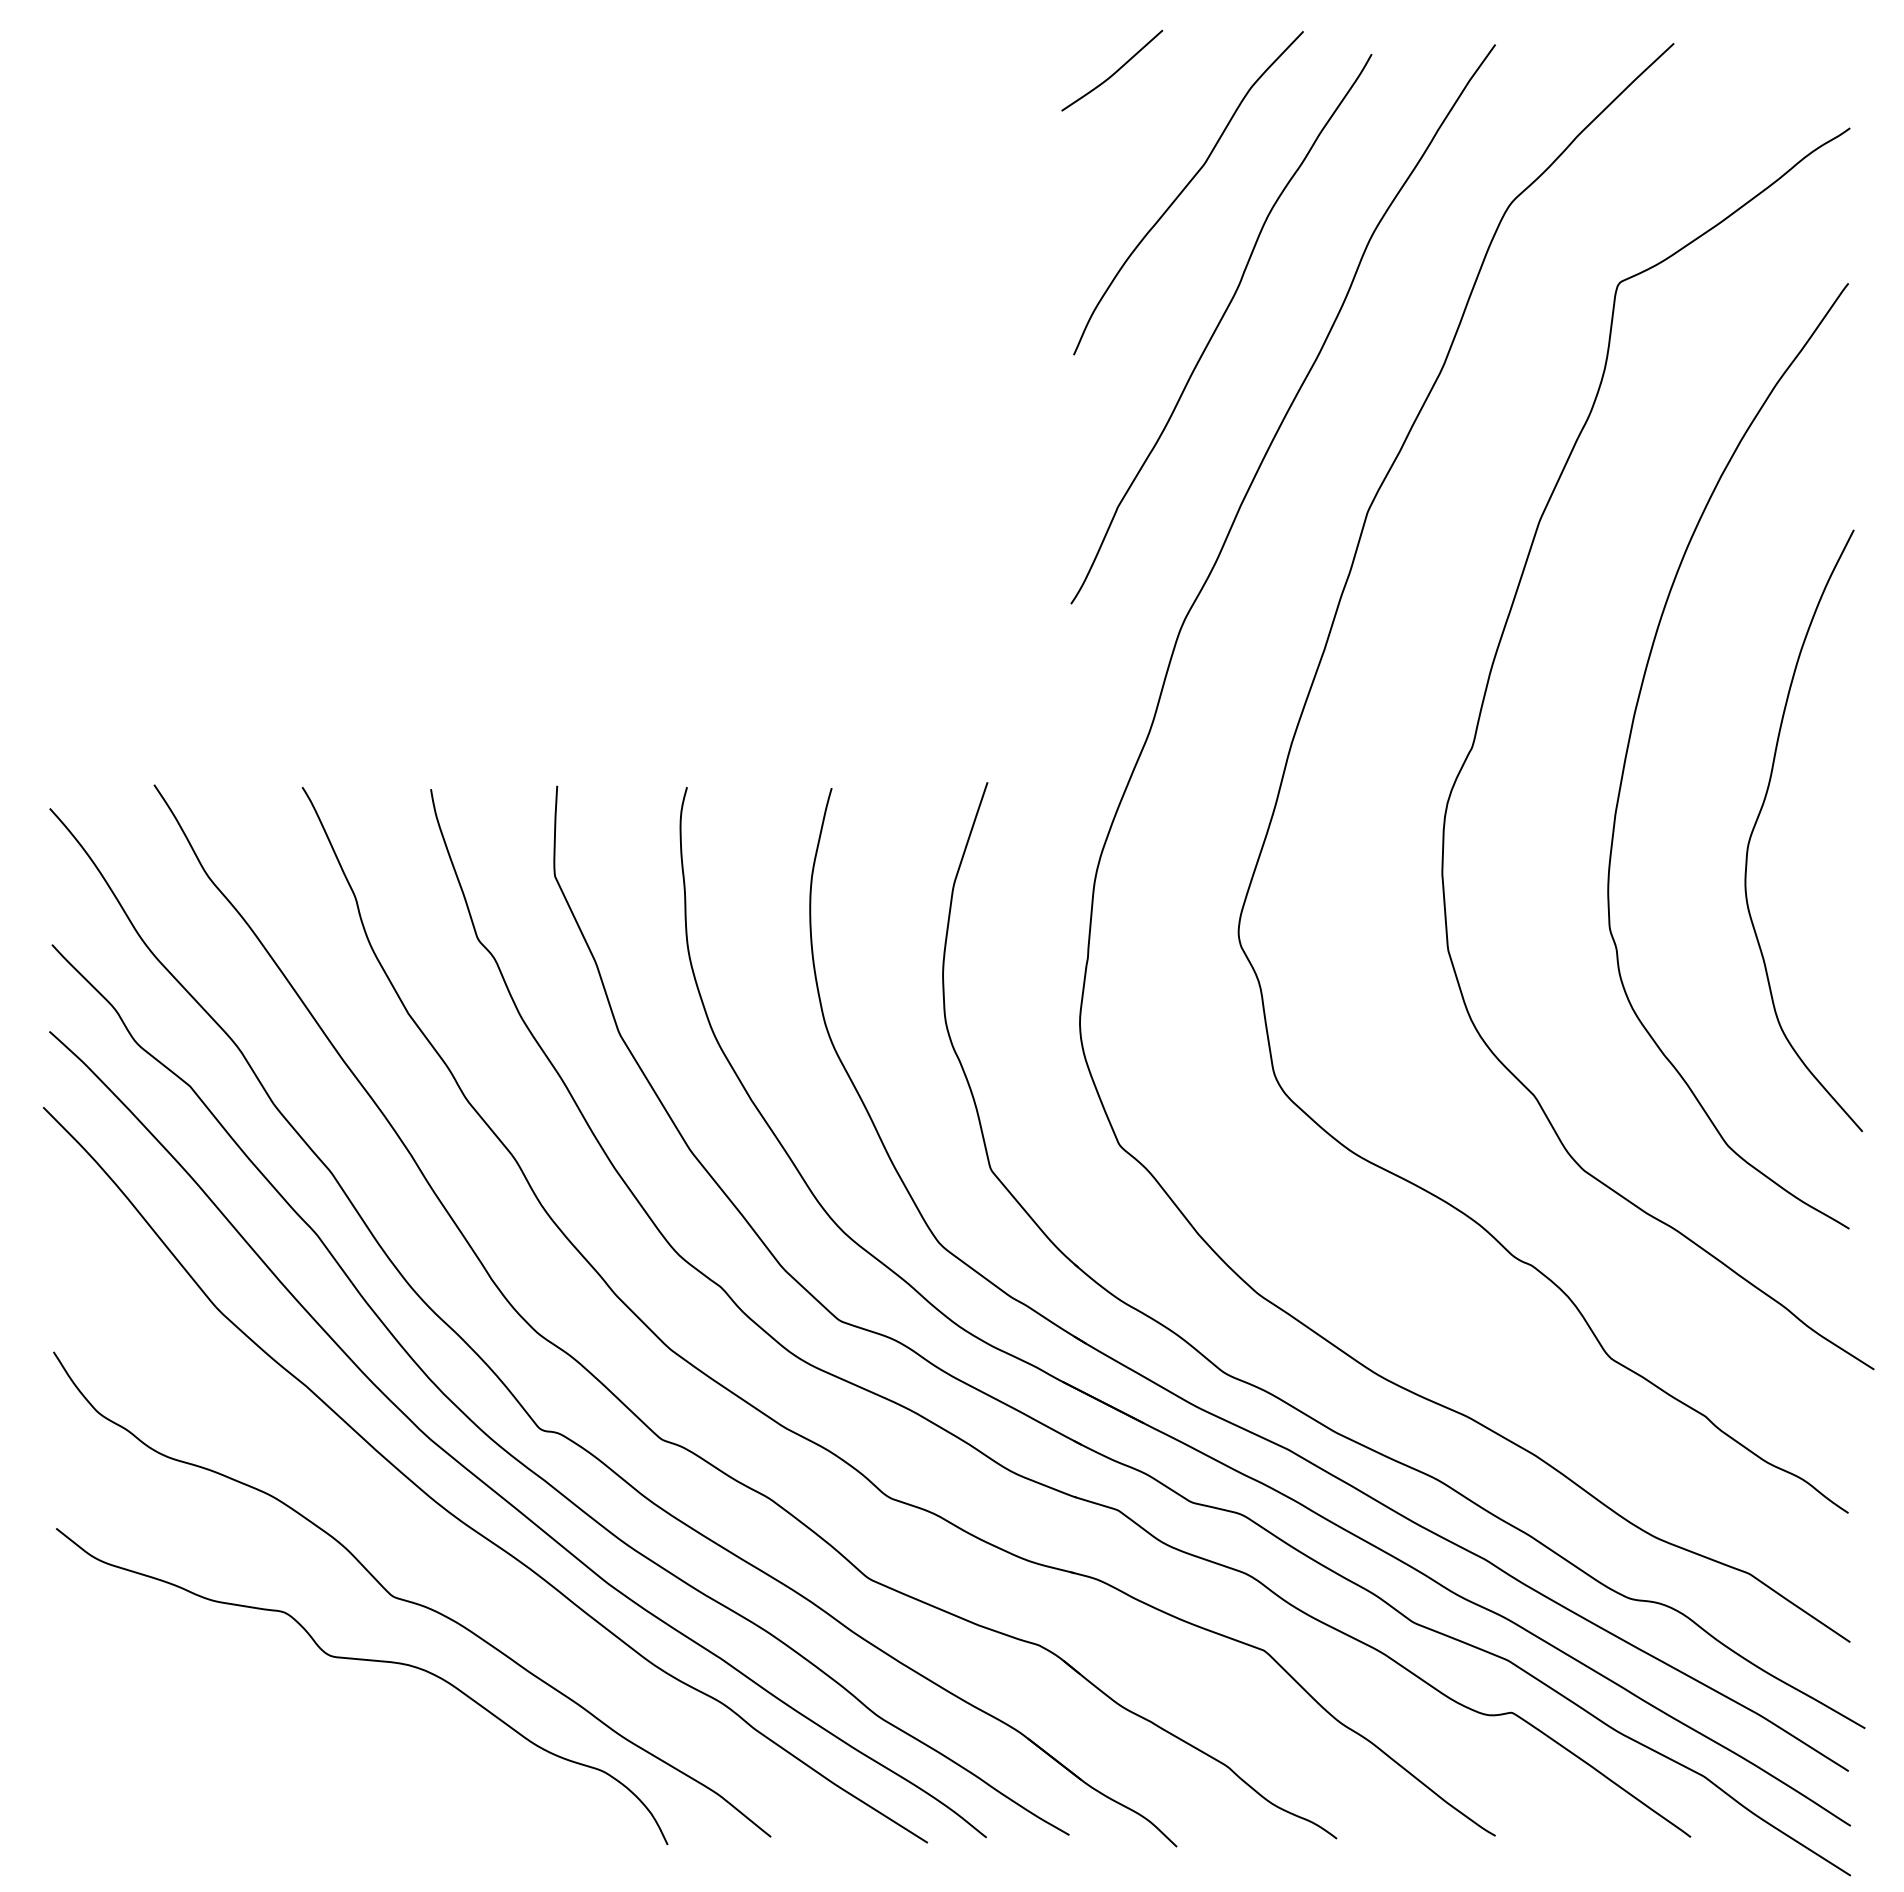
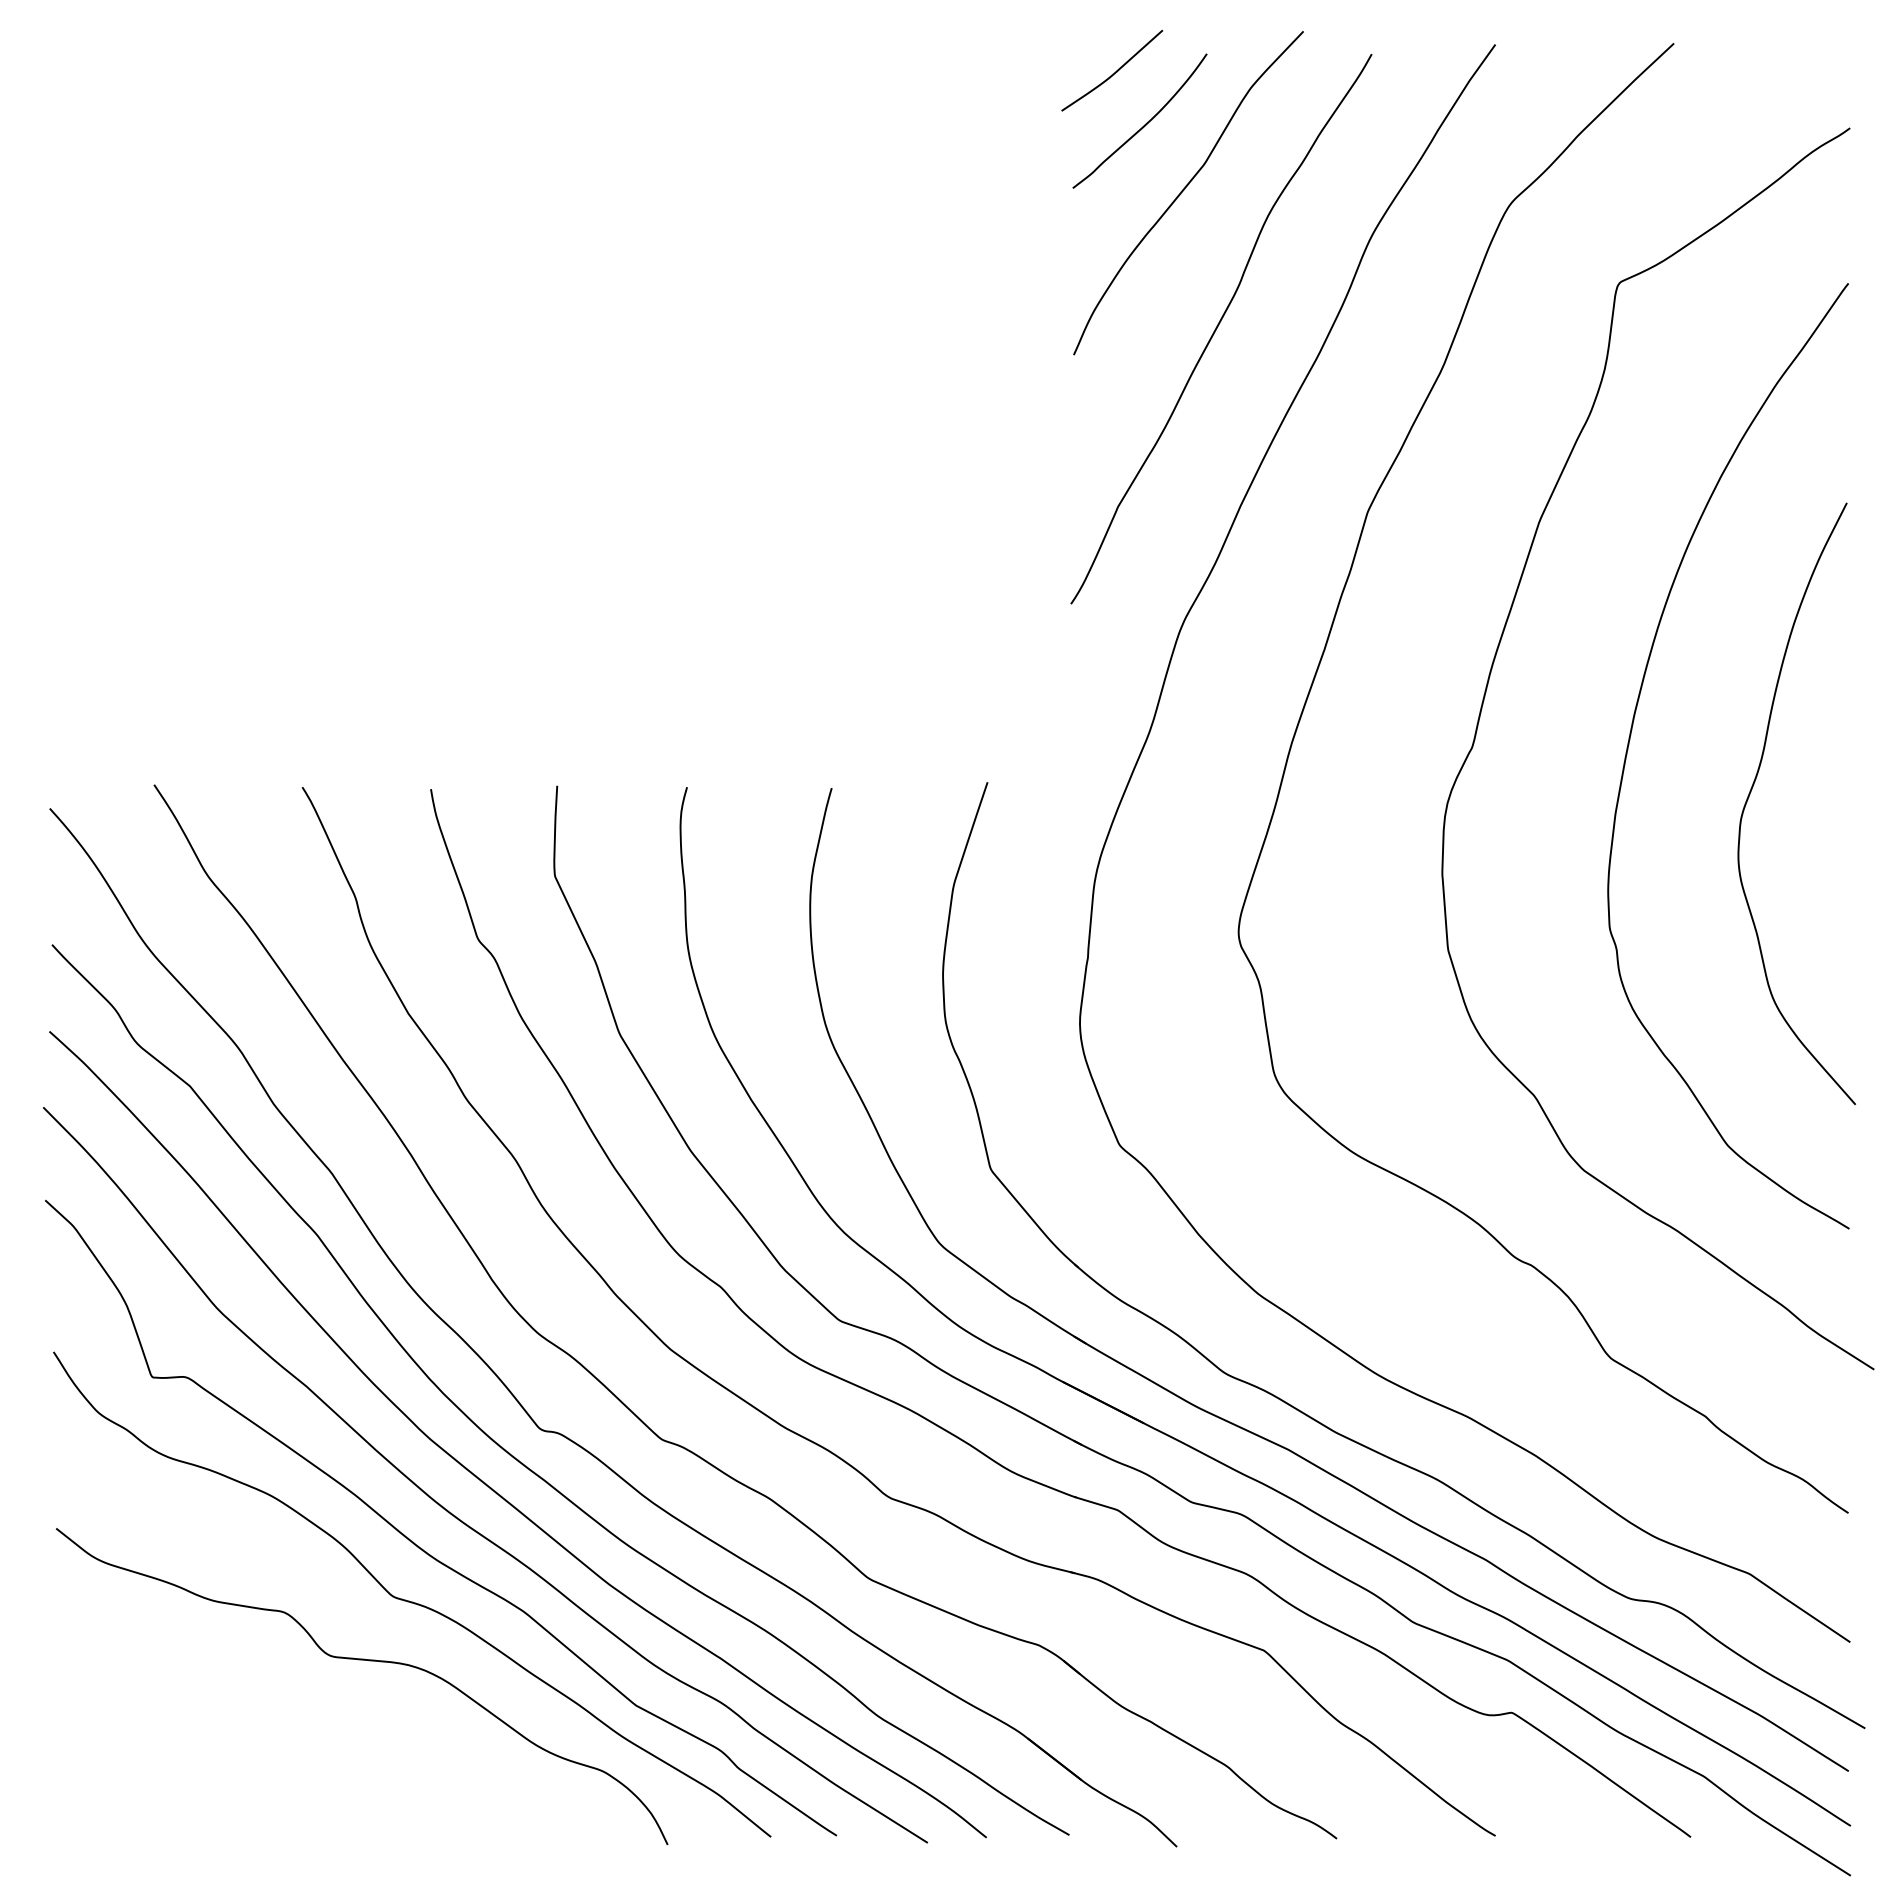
curve at (1144, 124): none -> present
curve at (1760, 814) position: (1760, 814) -> (1753, 787)
curve at (418, 1545): none -> present
